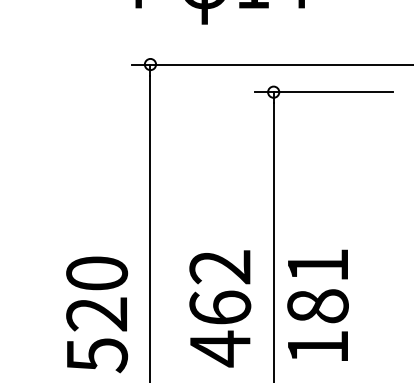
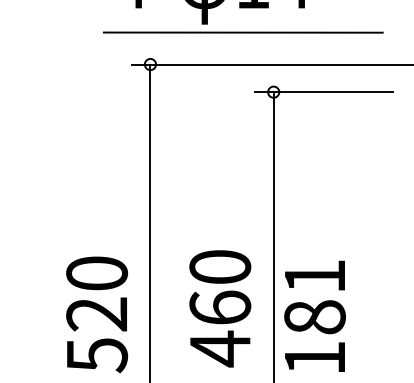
line at (242, 32): none -> present
text at (220, 267): 462 -> 460
text at (317, 304) position: (317, 304) -> (314, 315)
